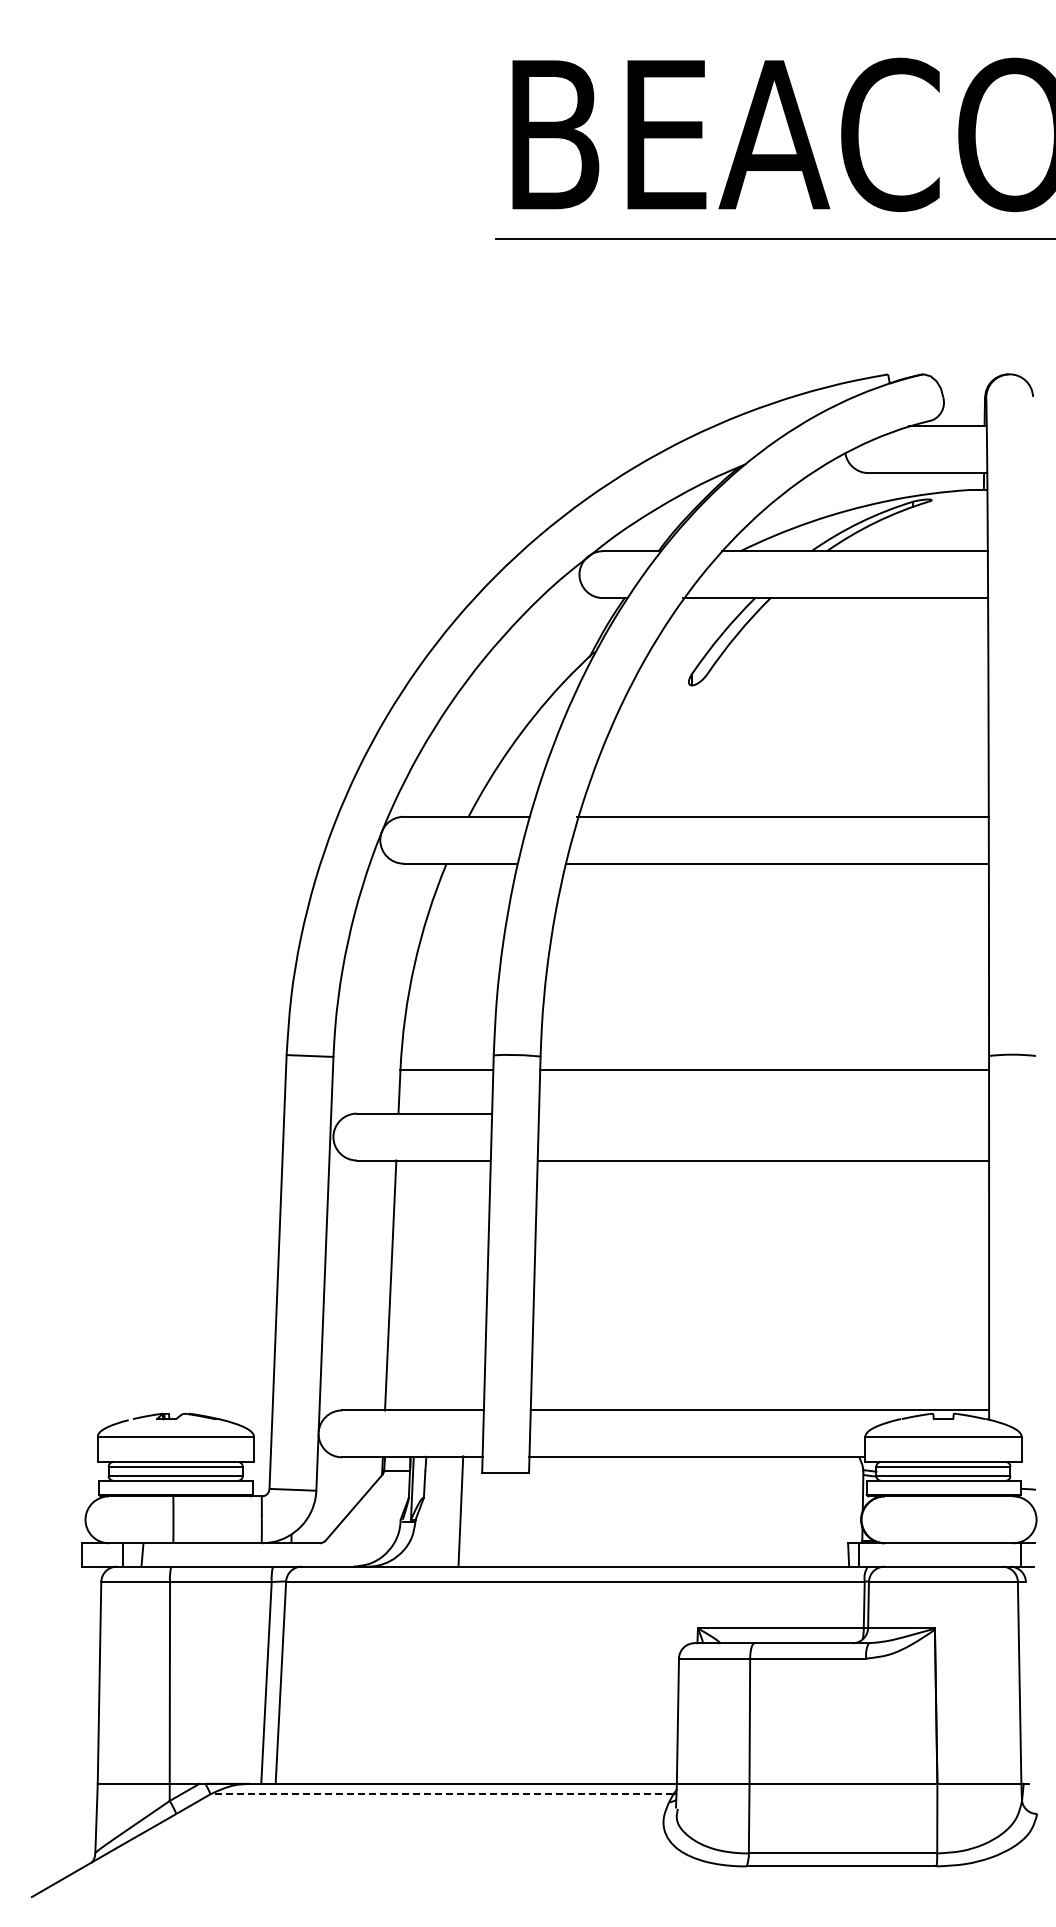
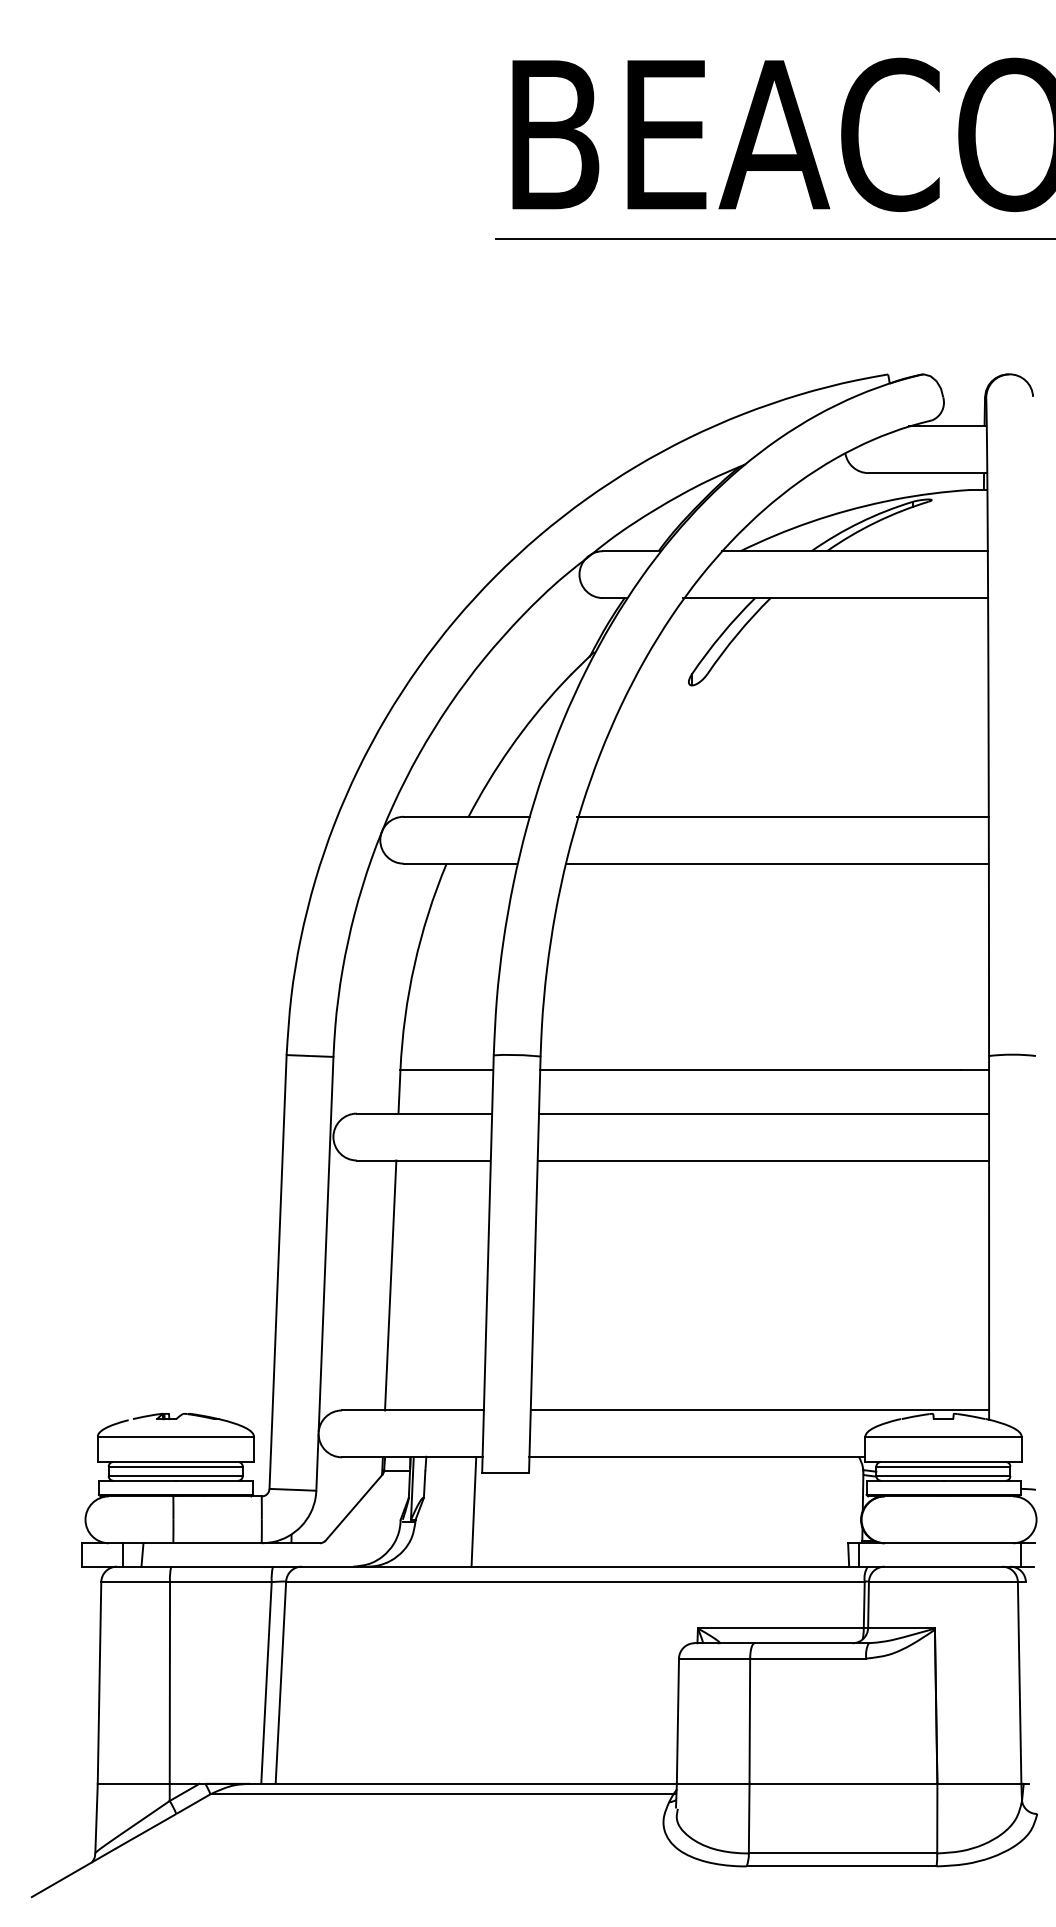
line at (764, 1113): none -> present
line at (460, 1510) position: (460, 1510) -> (473, 1511)
line at (441, 1794): dashed -> solid
